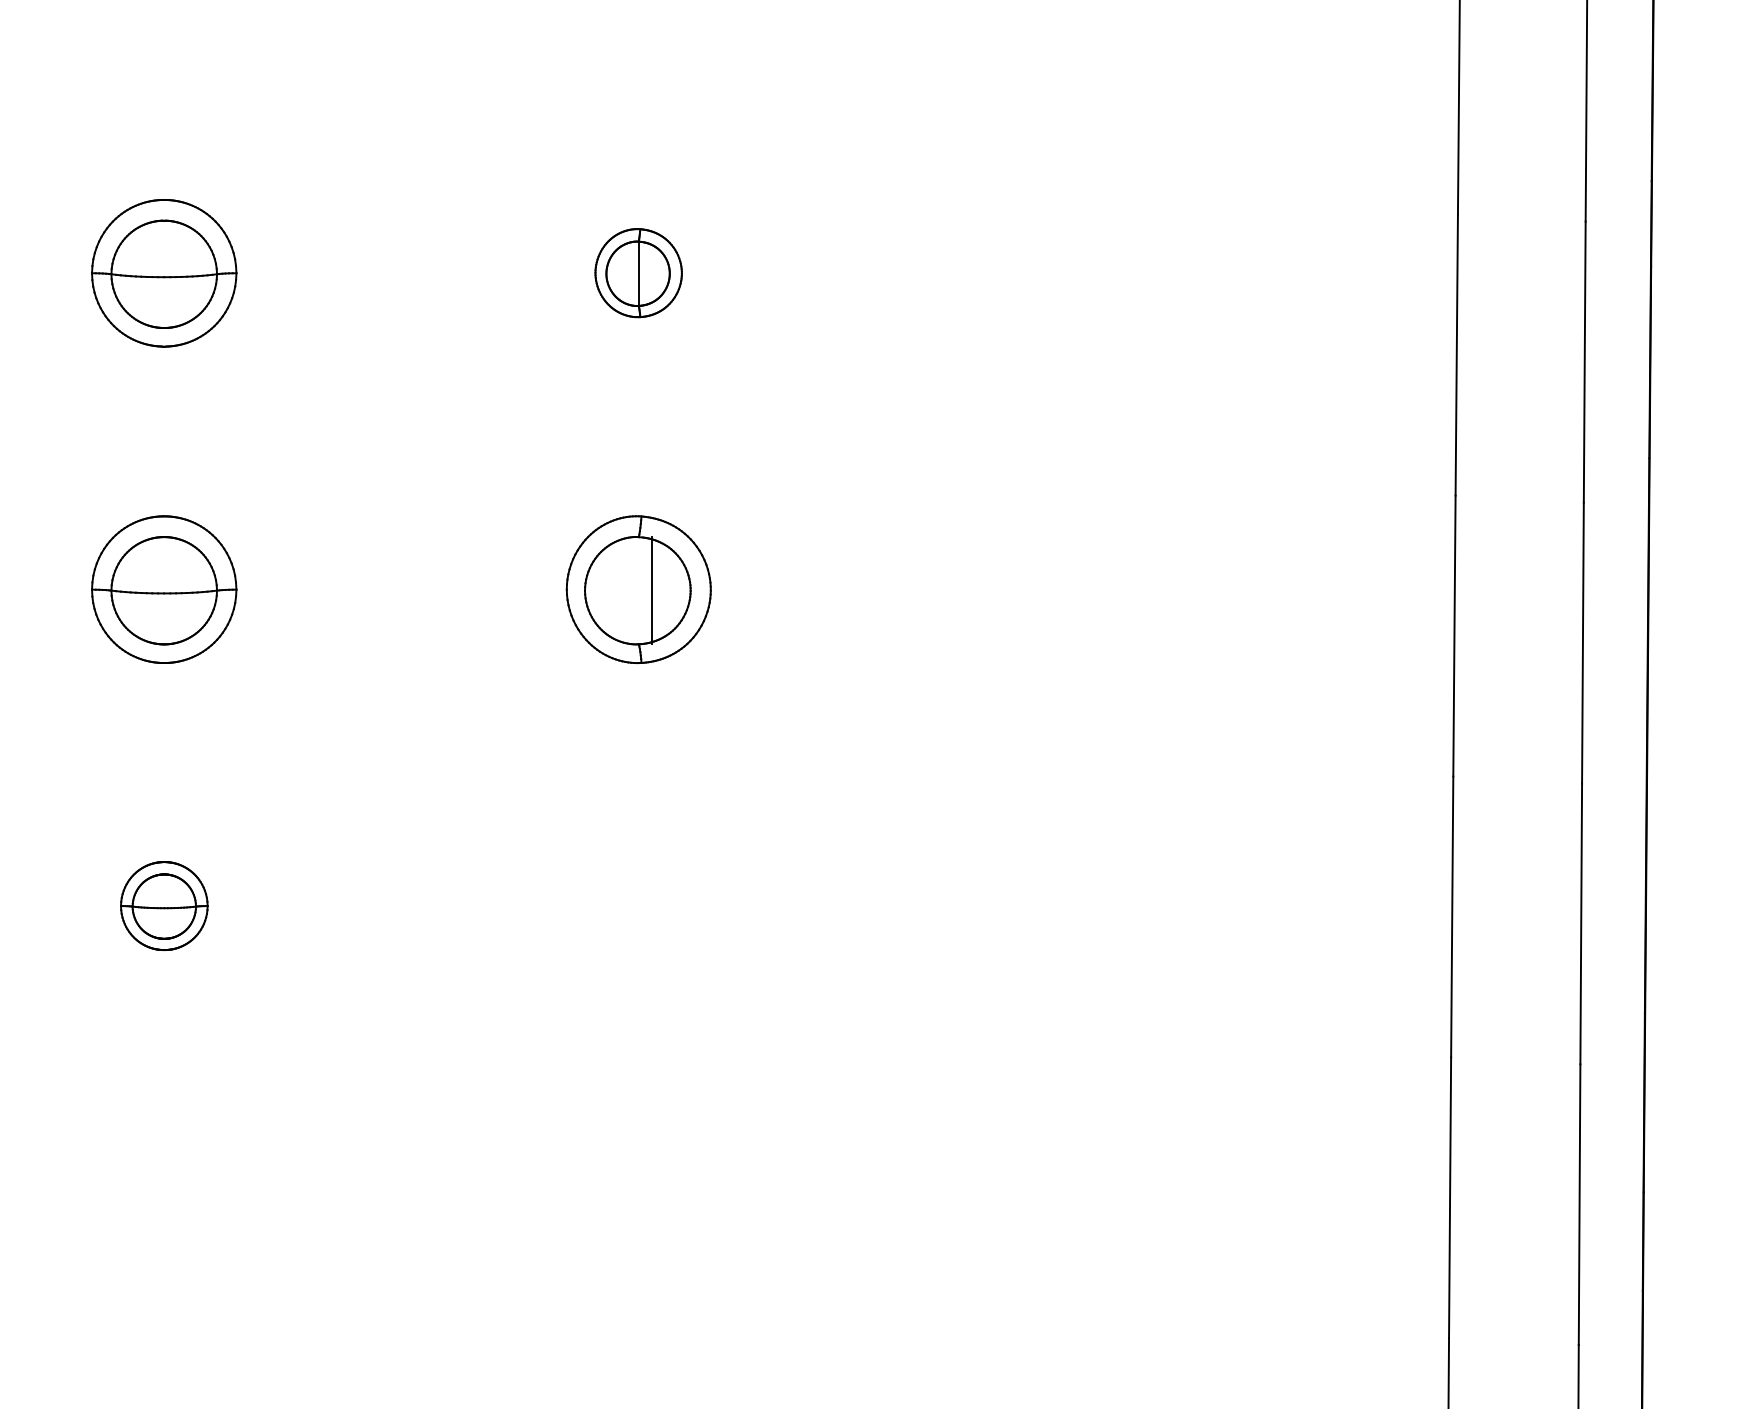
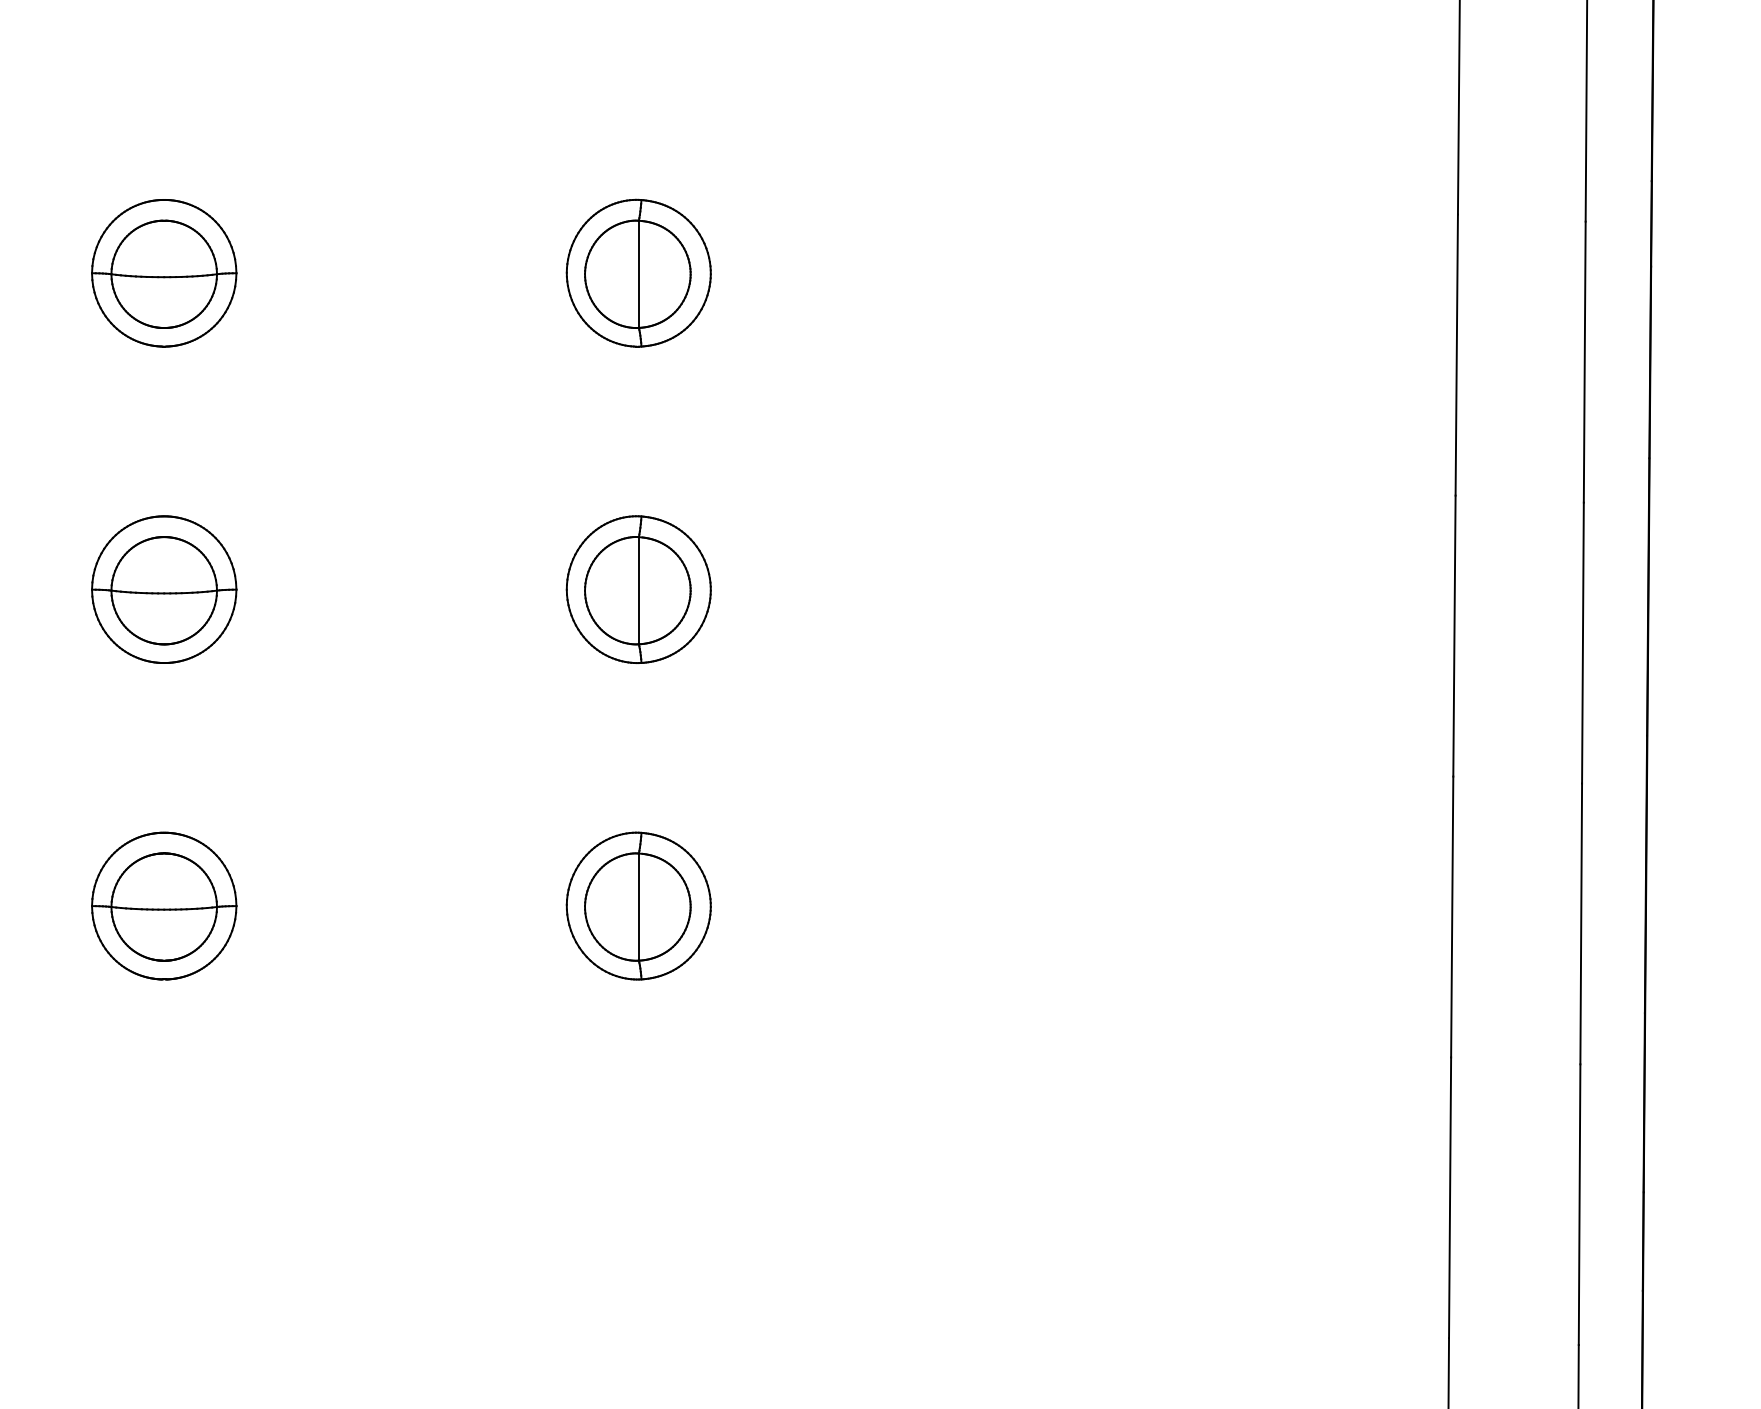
part at (638, 273) size: 89x91 px -> 147x150 px
line at (651, 590) position: (651, 590) -> (638, 590)
part at (164, 905) size: 89x90 px -> 147x150 px
part at (638, 905): none -> present
